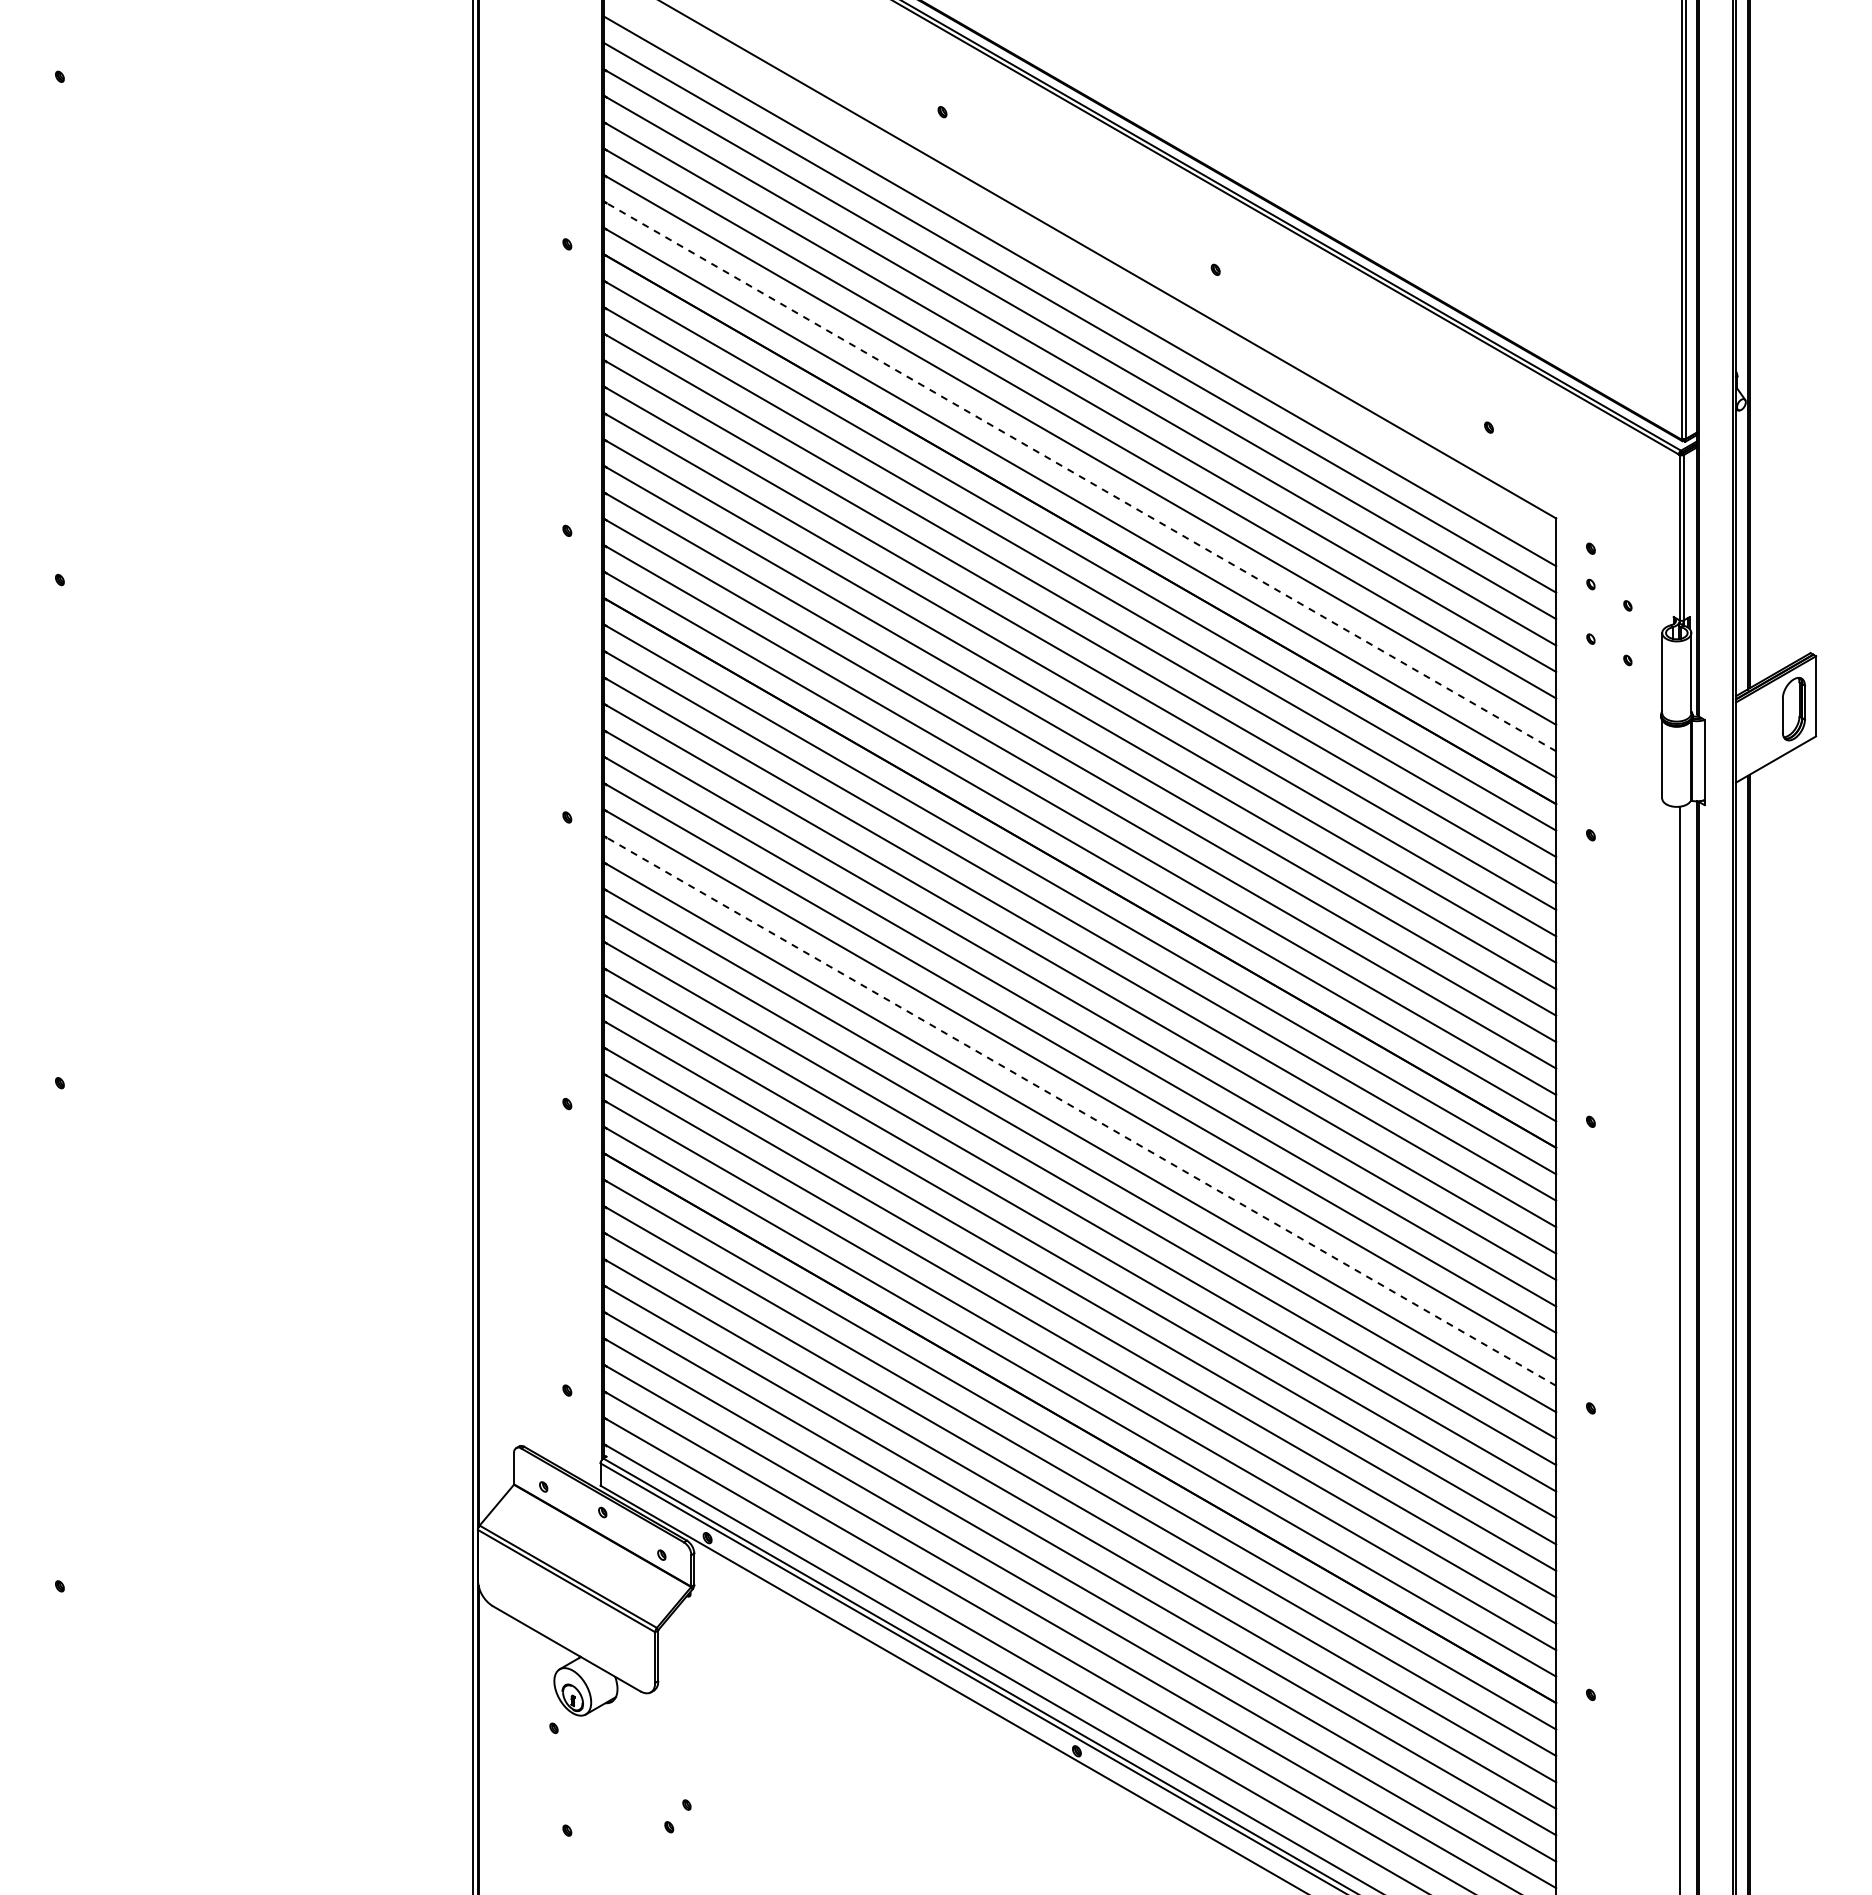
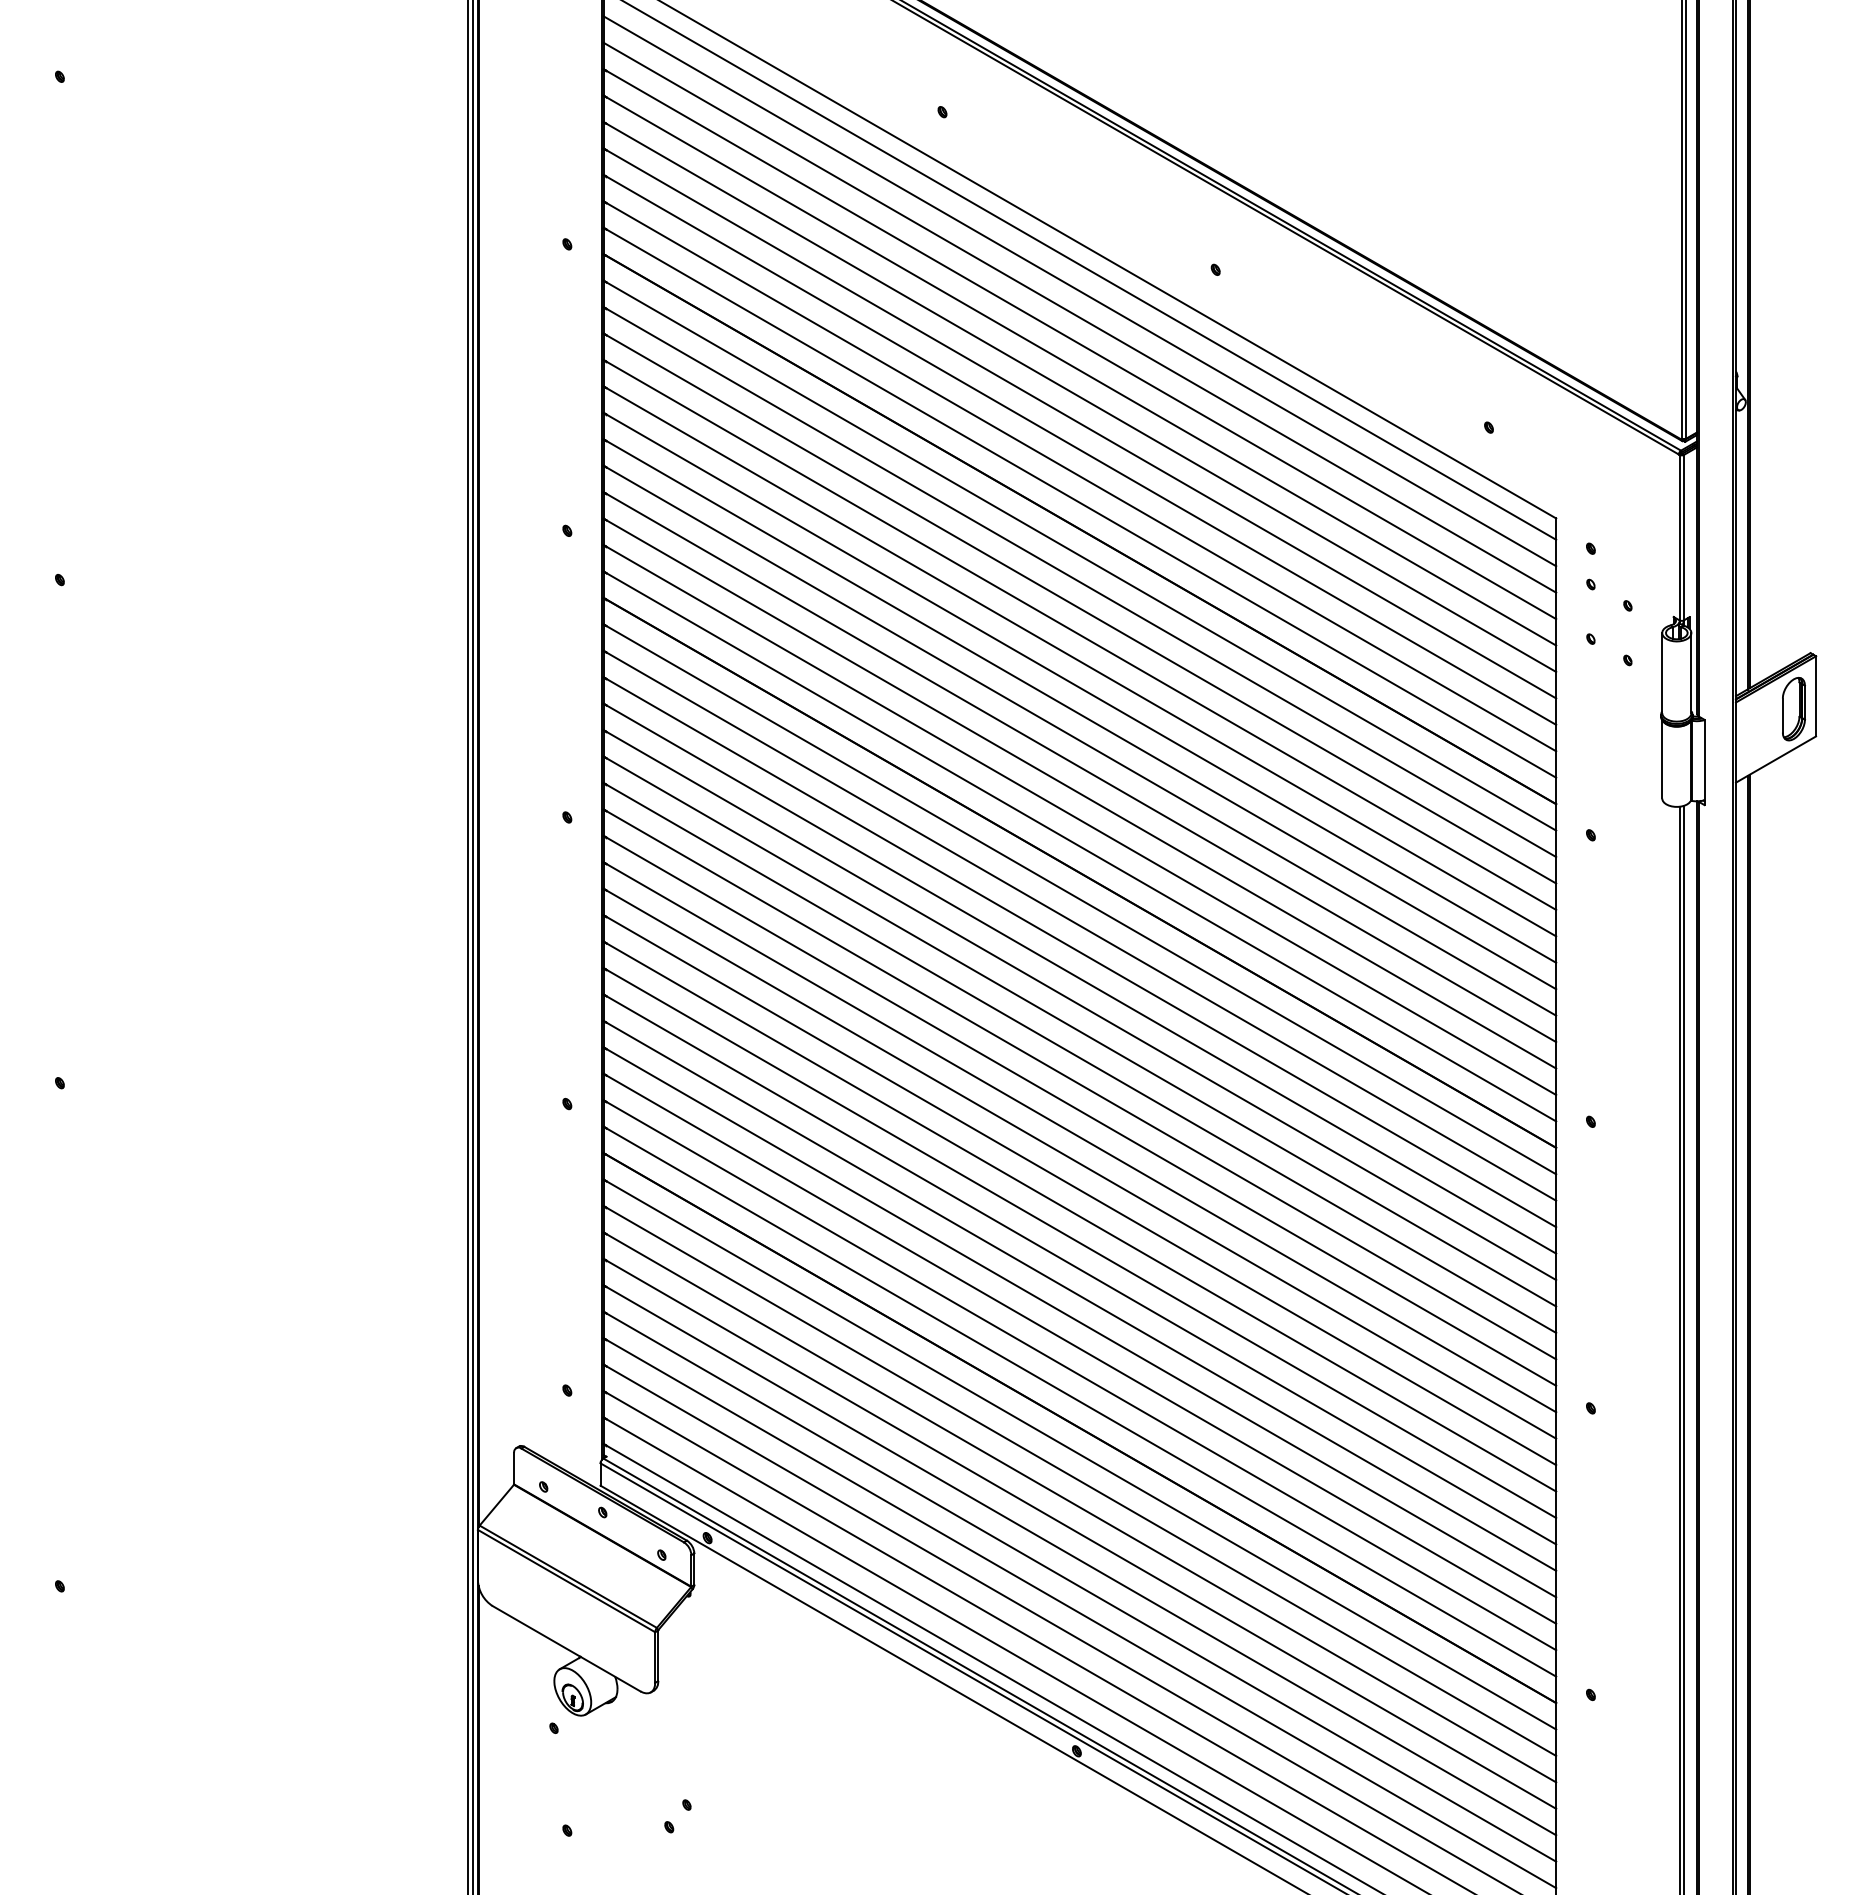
line at (1090, 270): none -> present
line at (1080, 476): dashed -> solid
line at (468, 946): none -> present
line at (1080, 1110): dashed -> solid
line at (1683, 1348): none -> present
